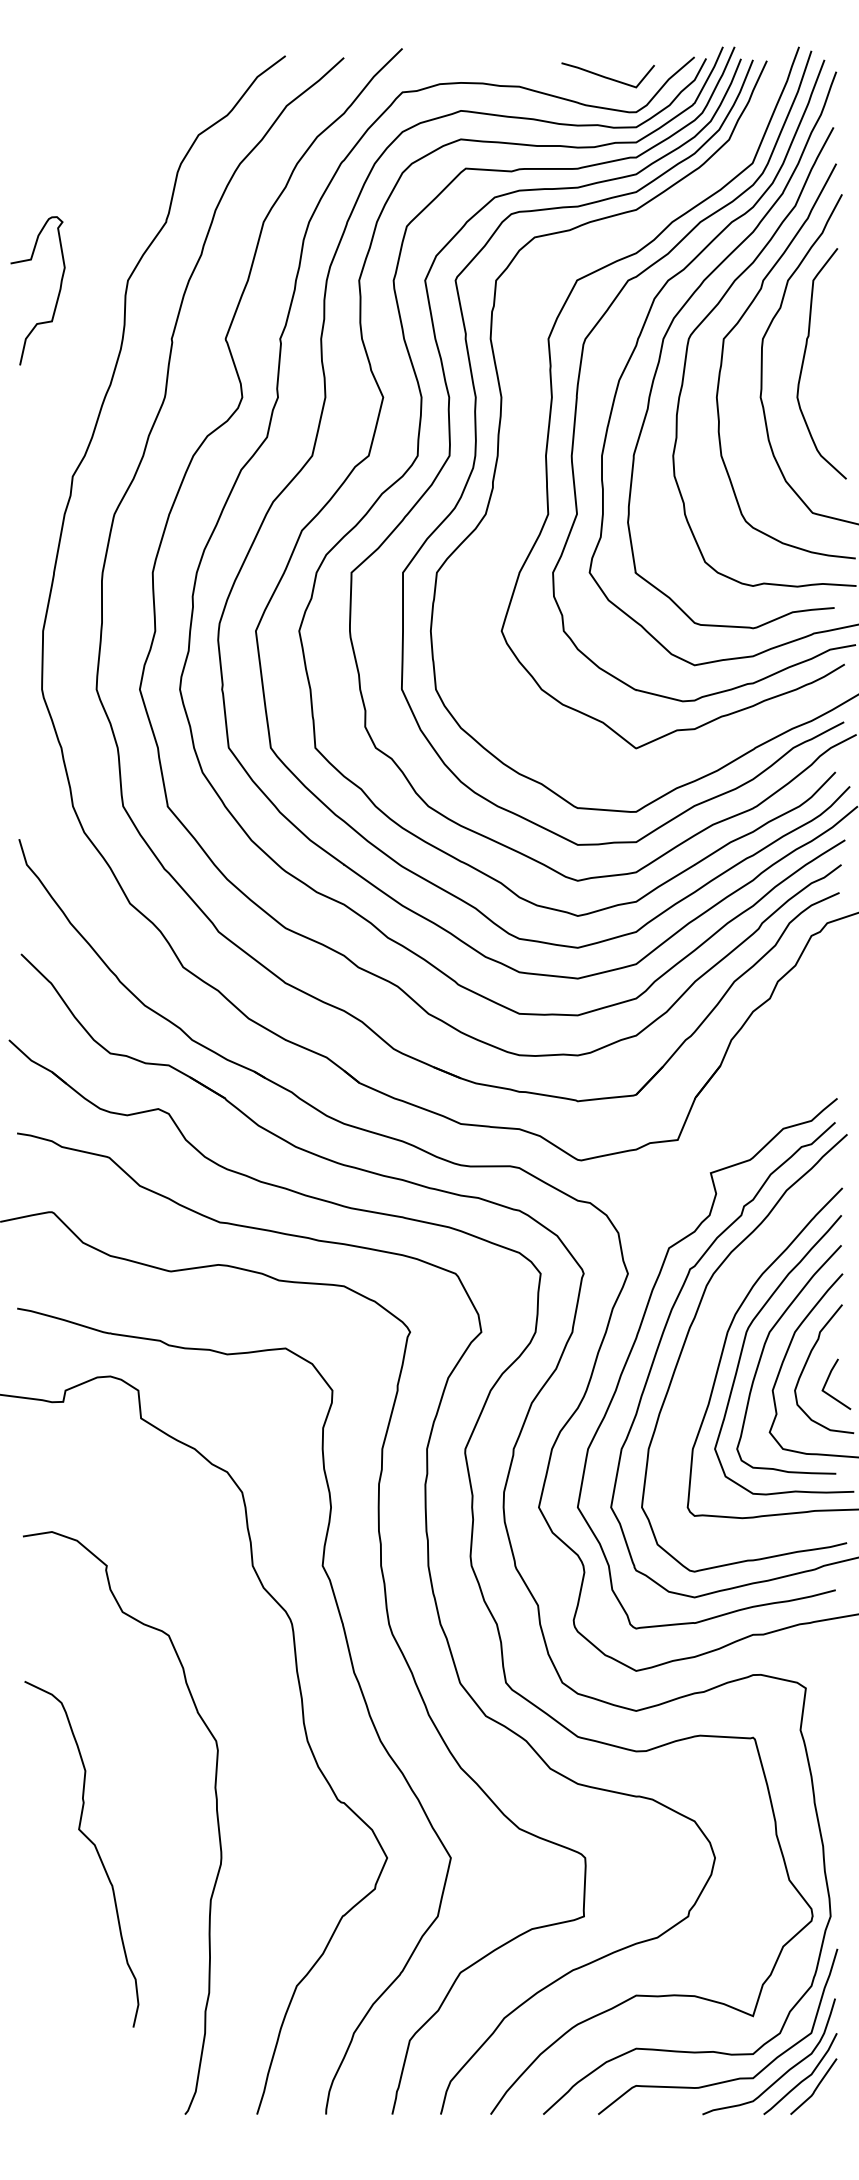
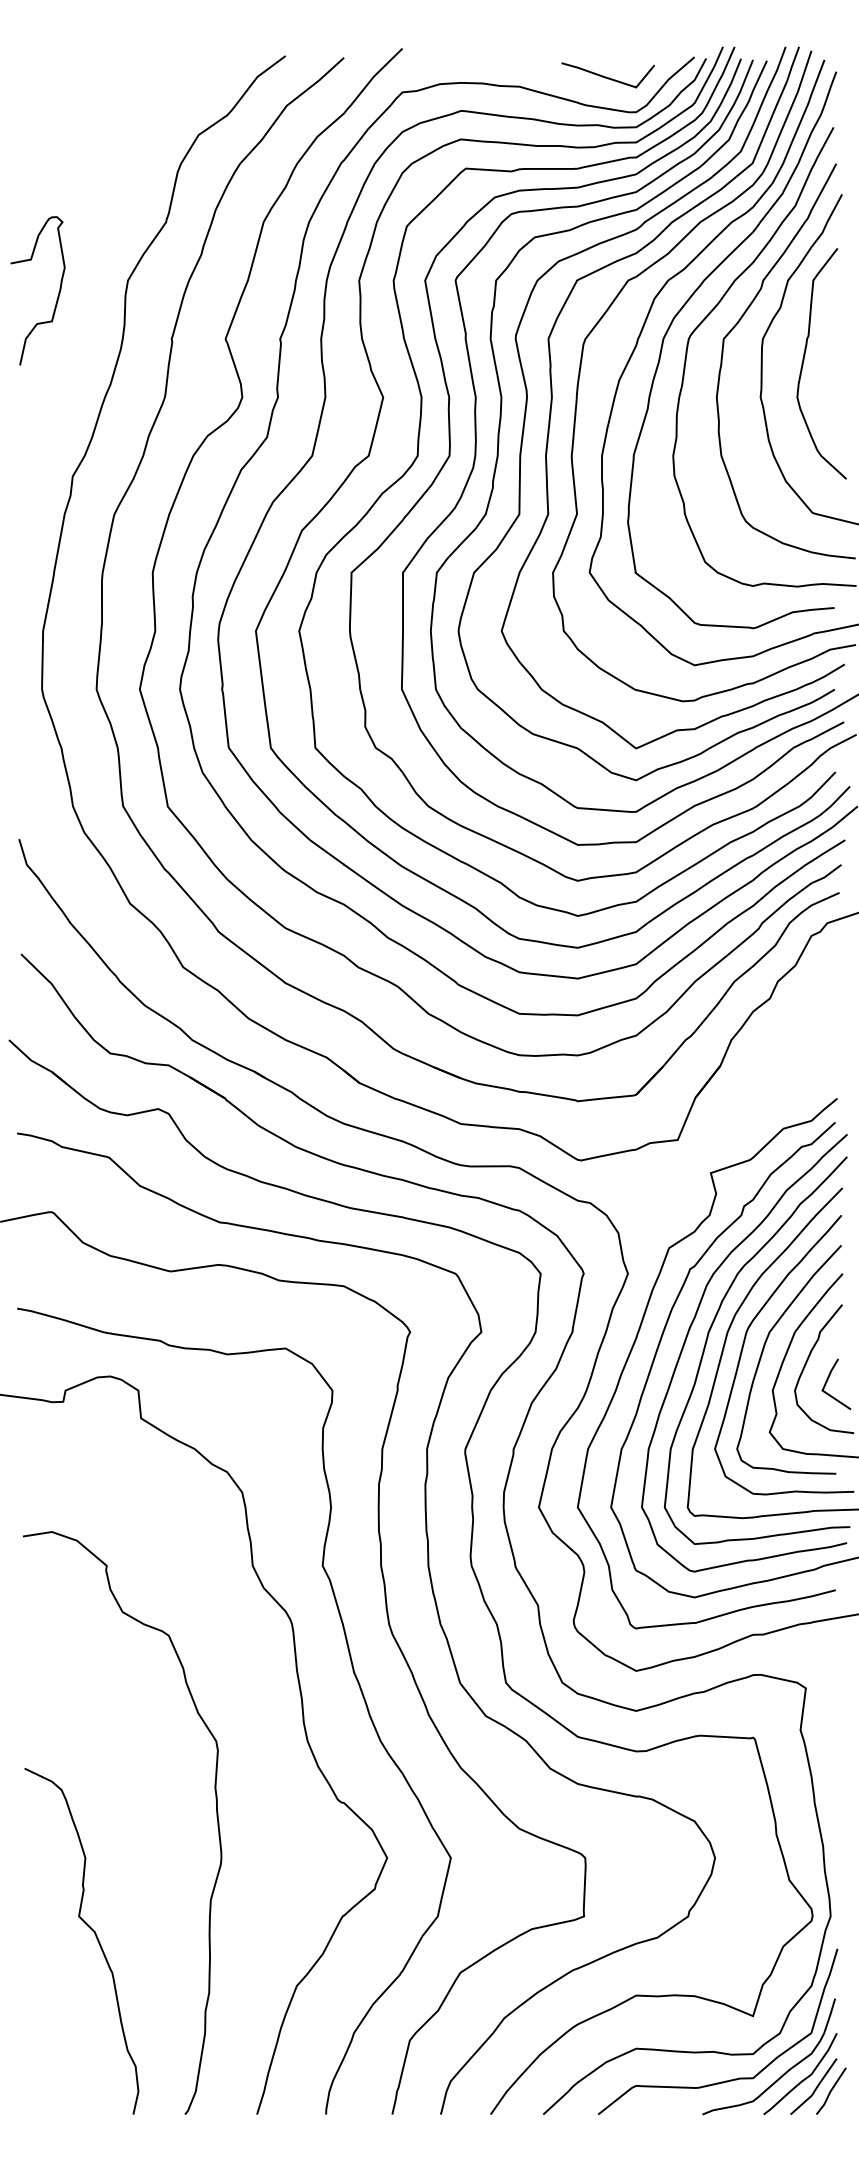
curve at (527, 405): none -> present
curve at (708, 1337): none -> present
curve at (94, 1847) position: (94, 1847) -> (94, 1934)
line at (831, 2090): none -> present
